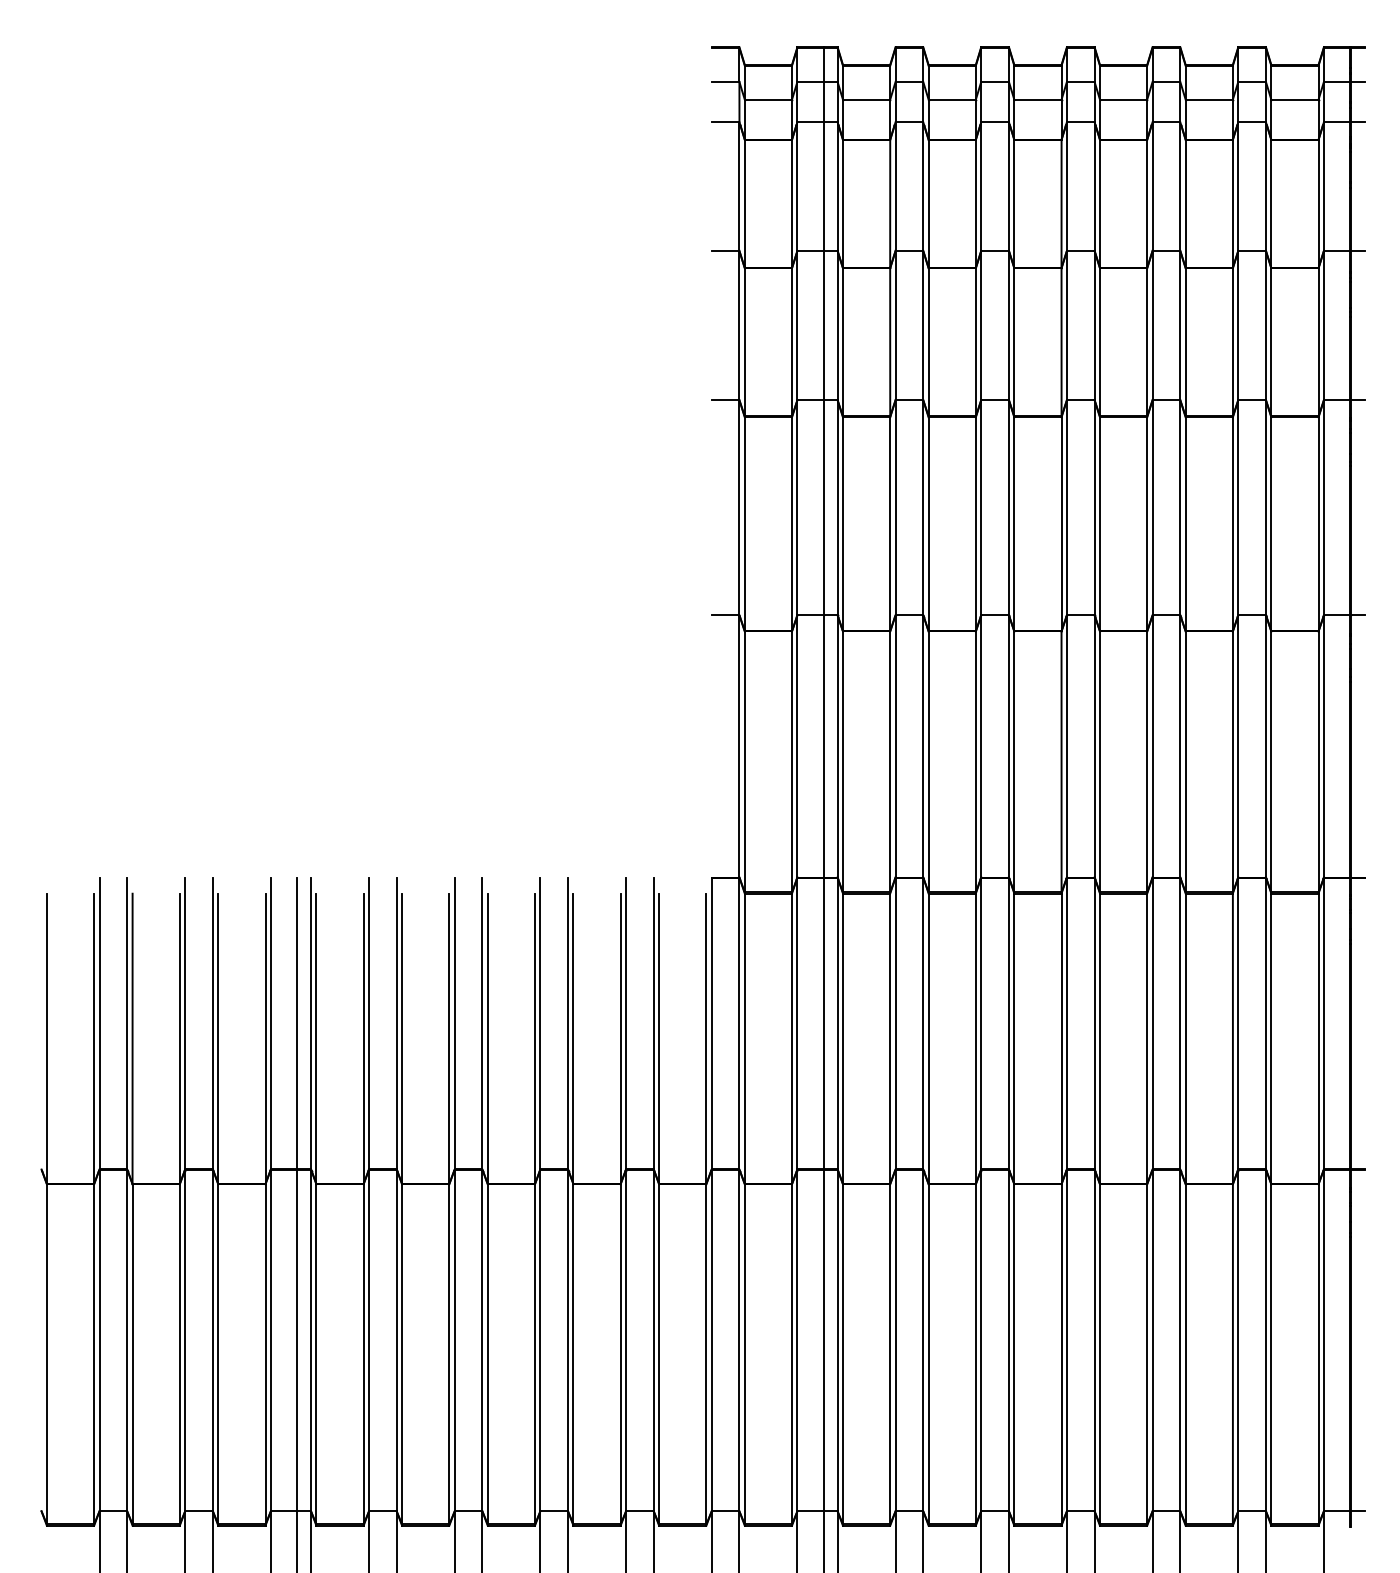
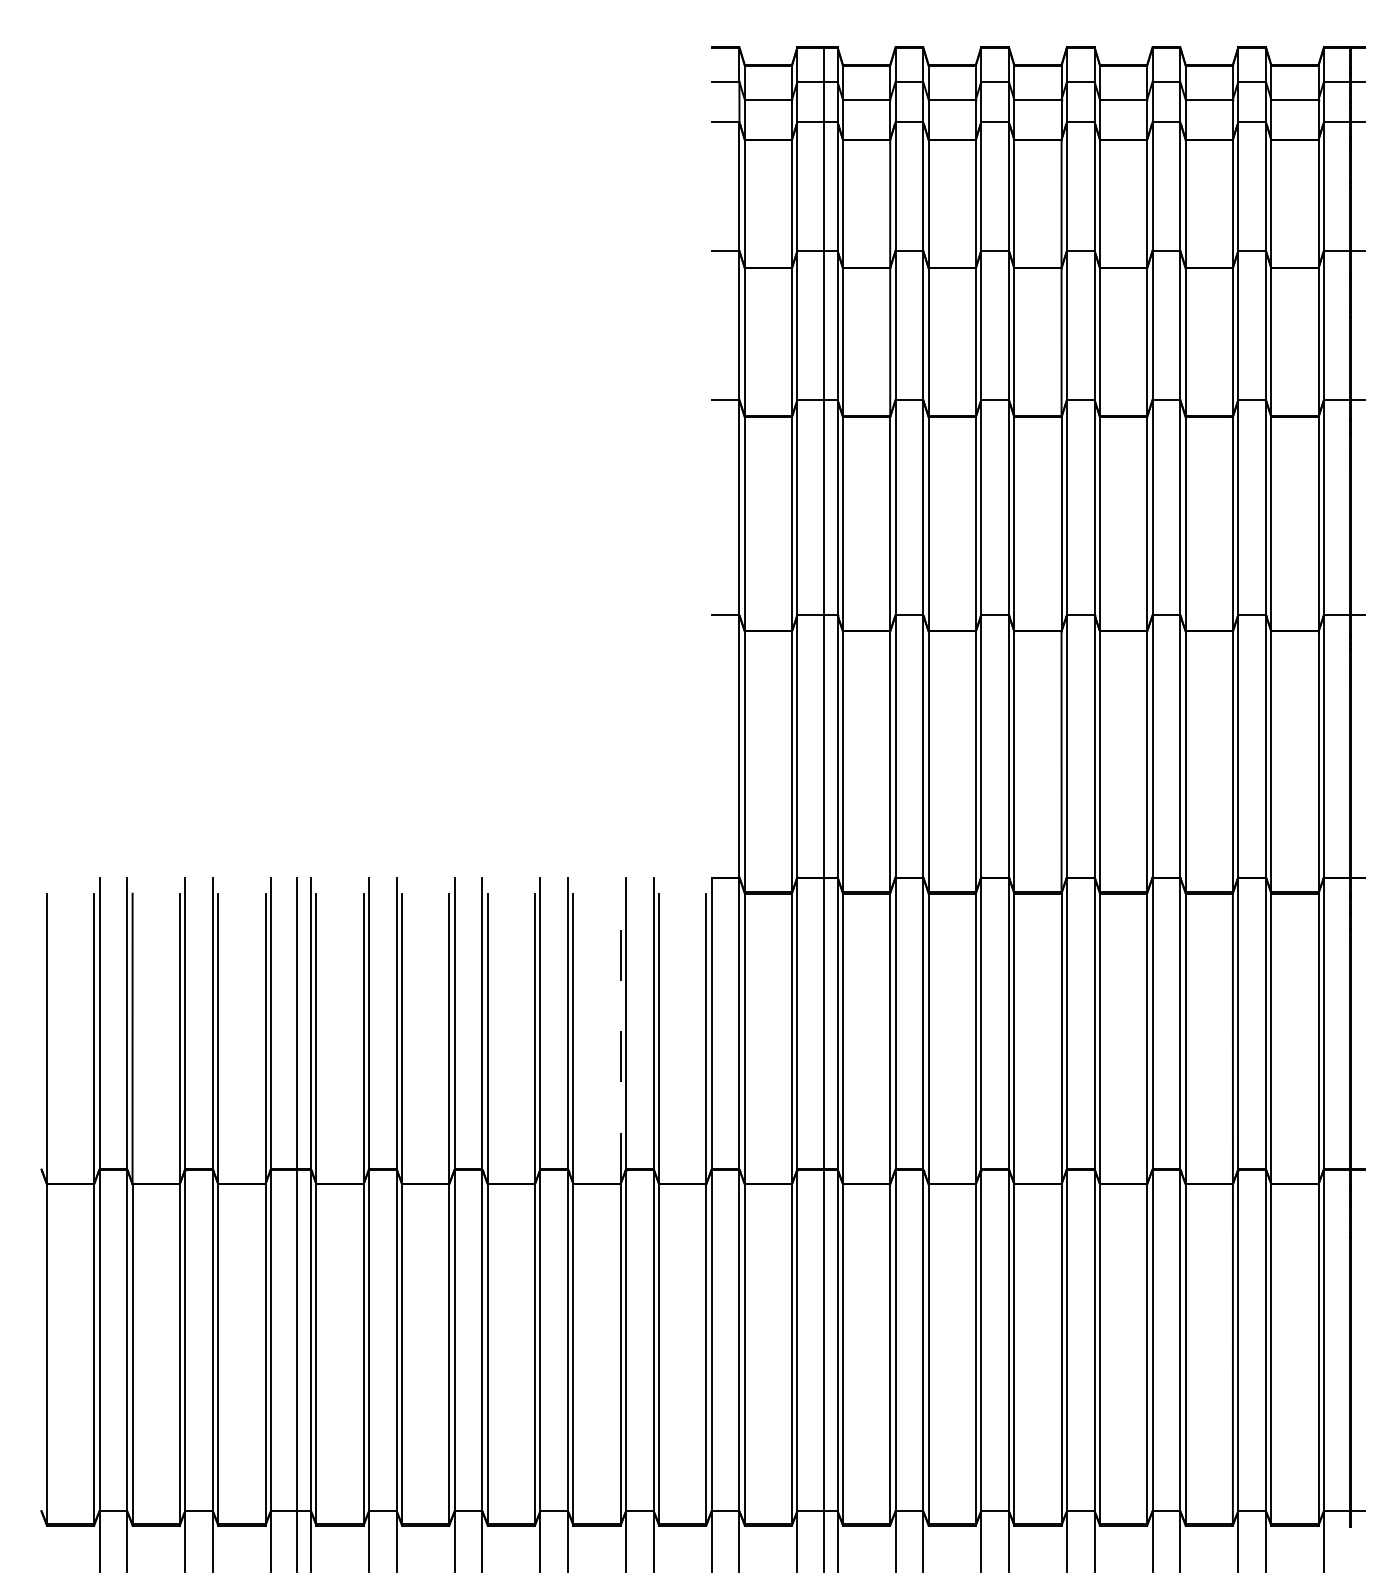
line at (620, 1038): solid -> dashed
